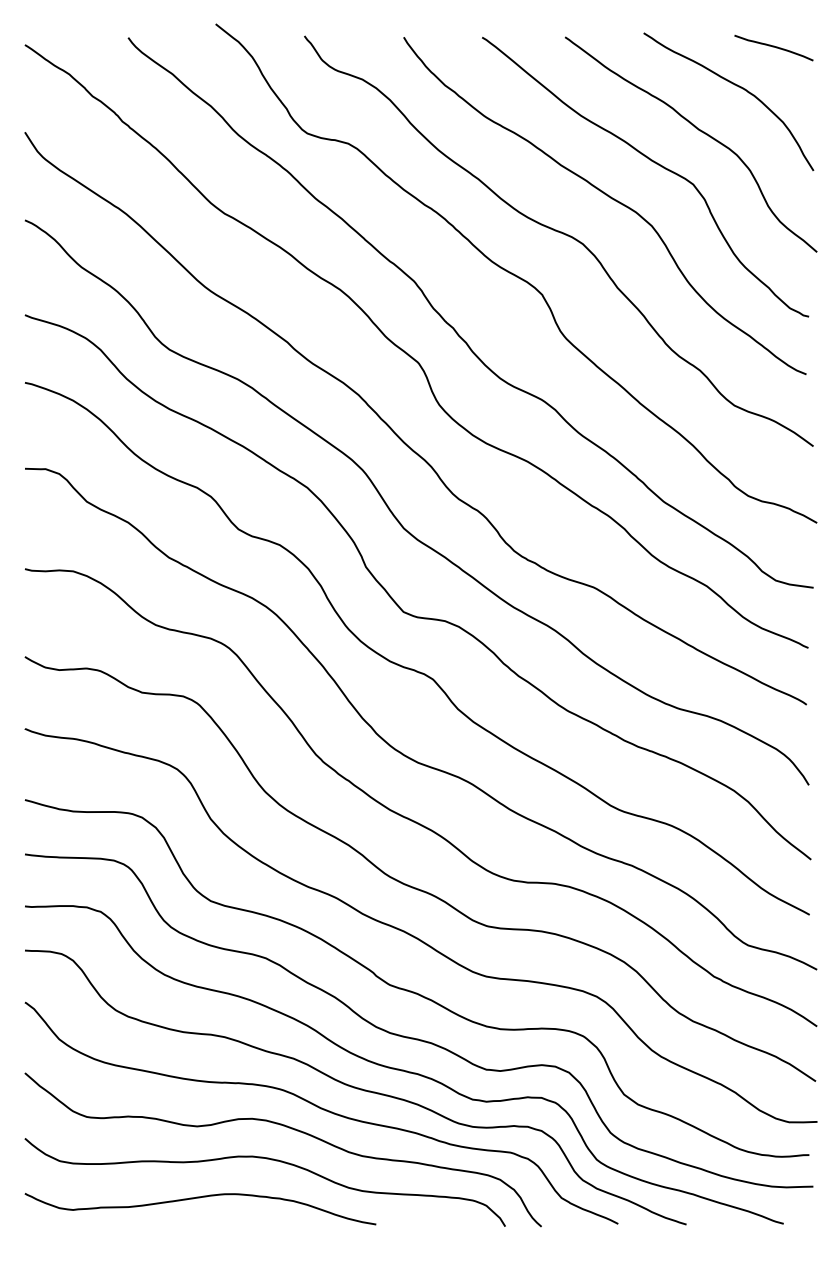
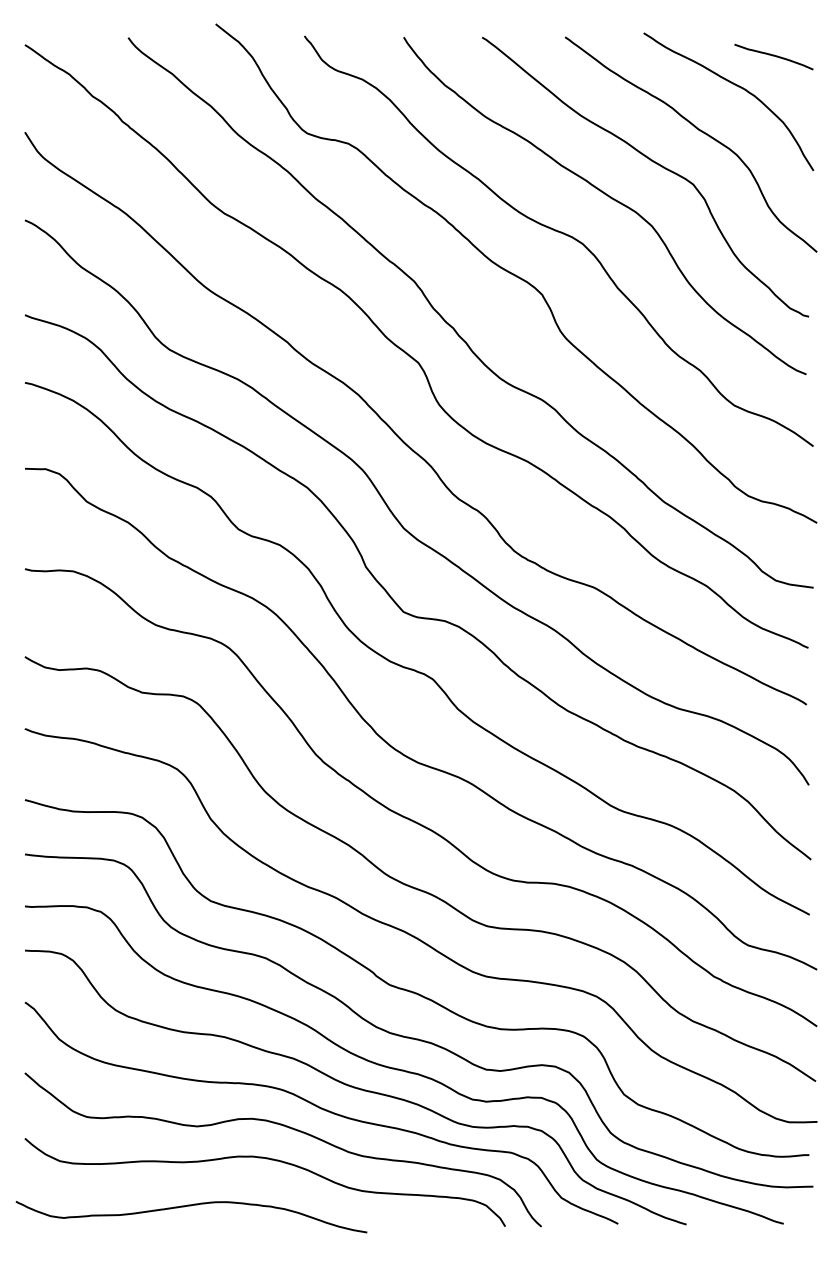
curve at (773, 47) position: (773, 47) -> (773, 56)
curve at (200, 1198) position: (200, 1198) -> (191, 1206)
